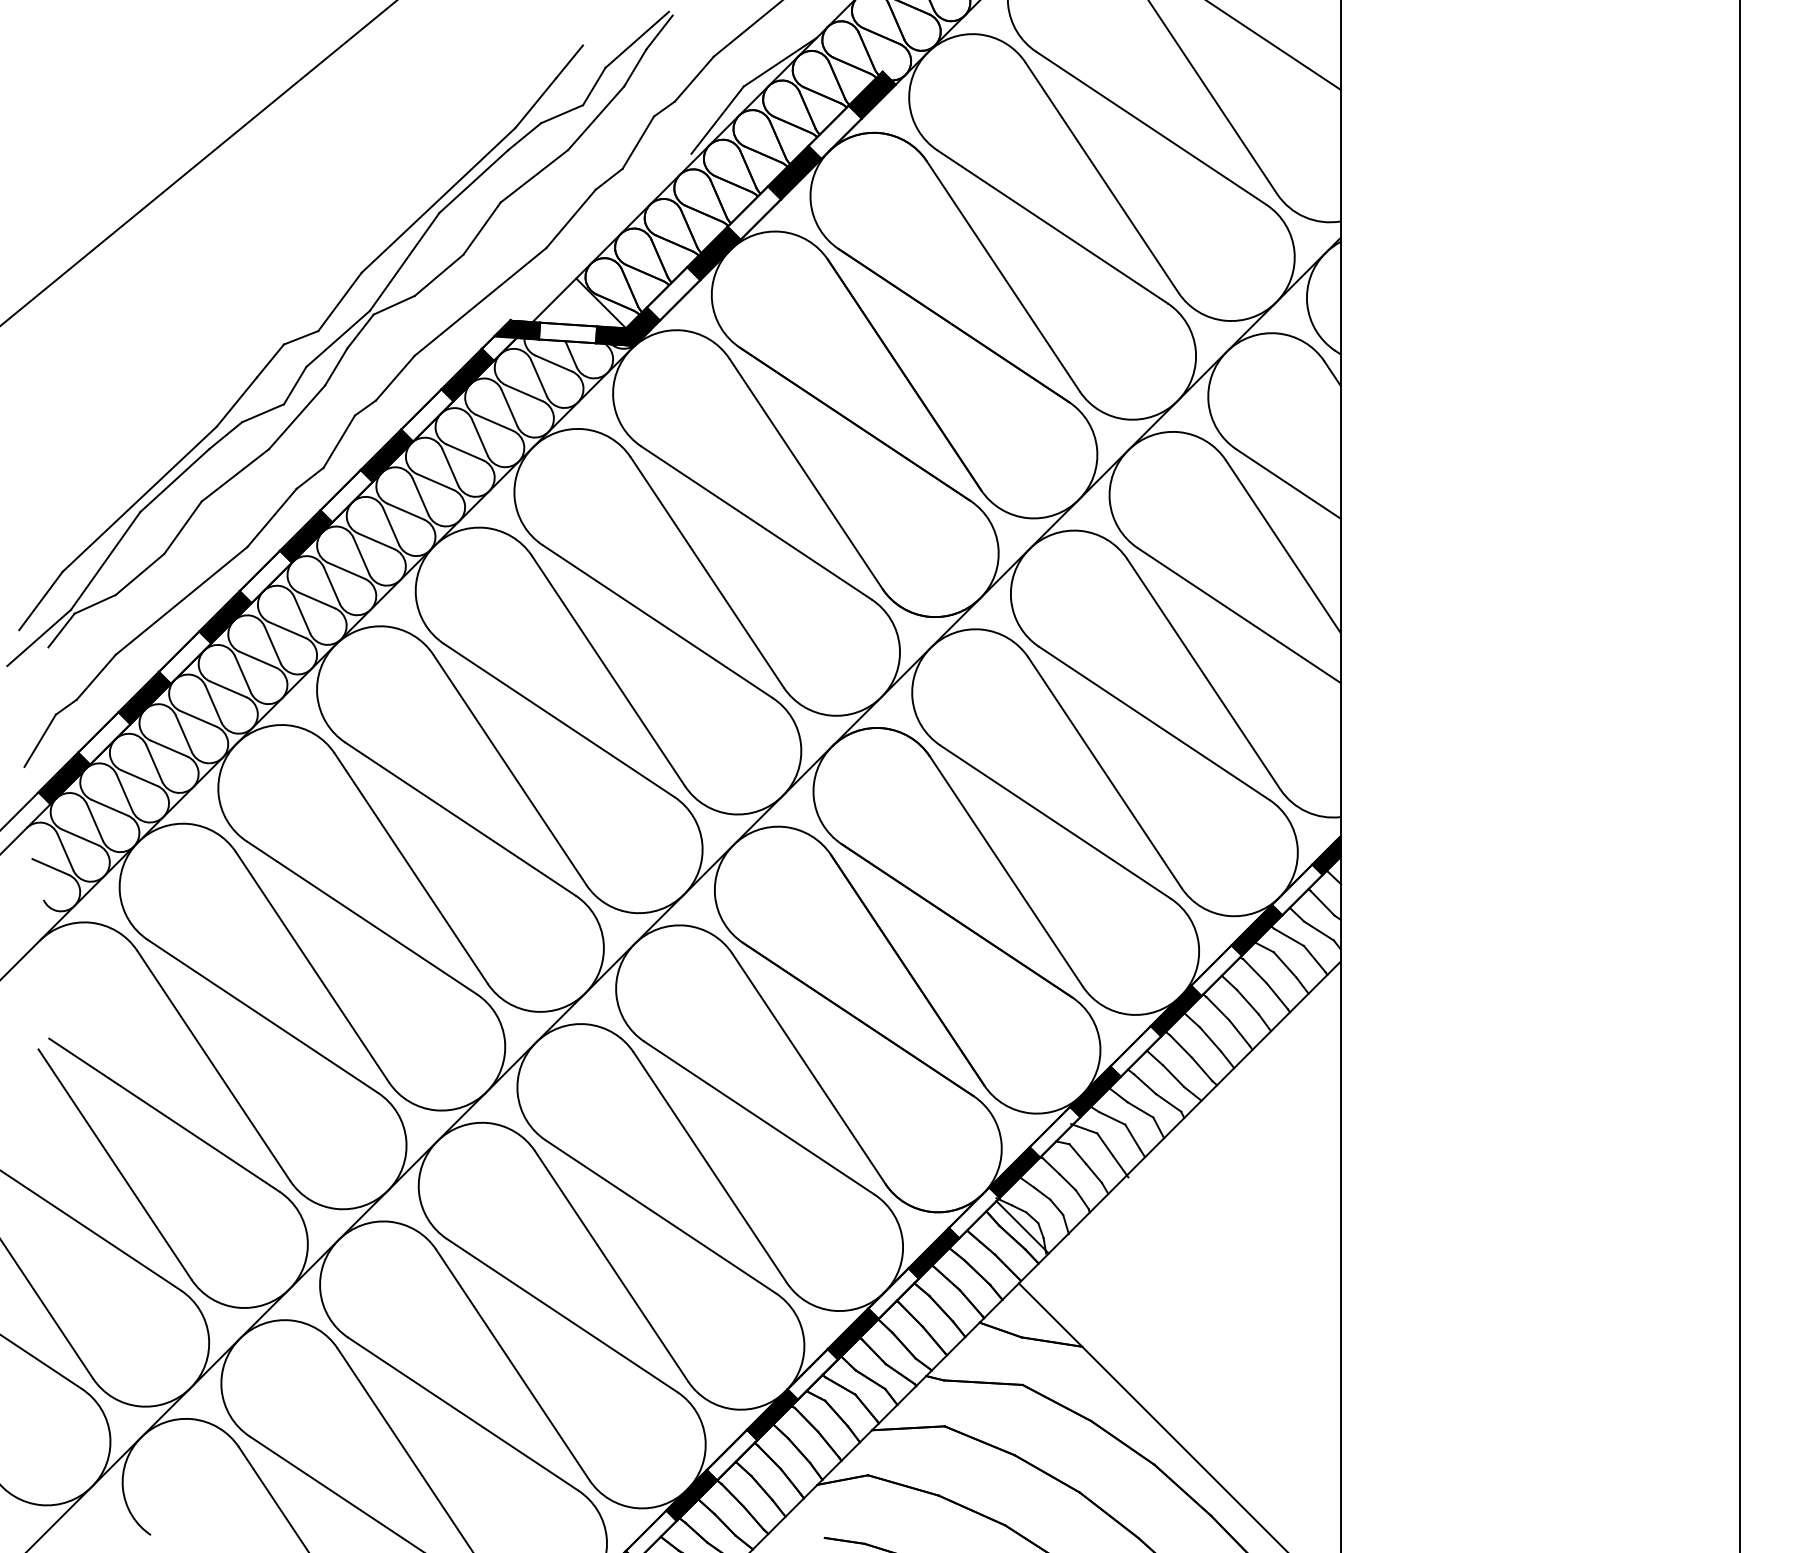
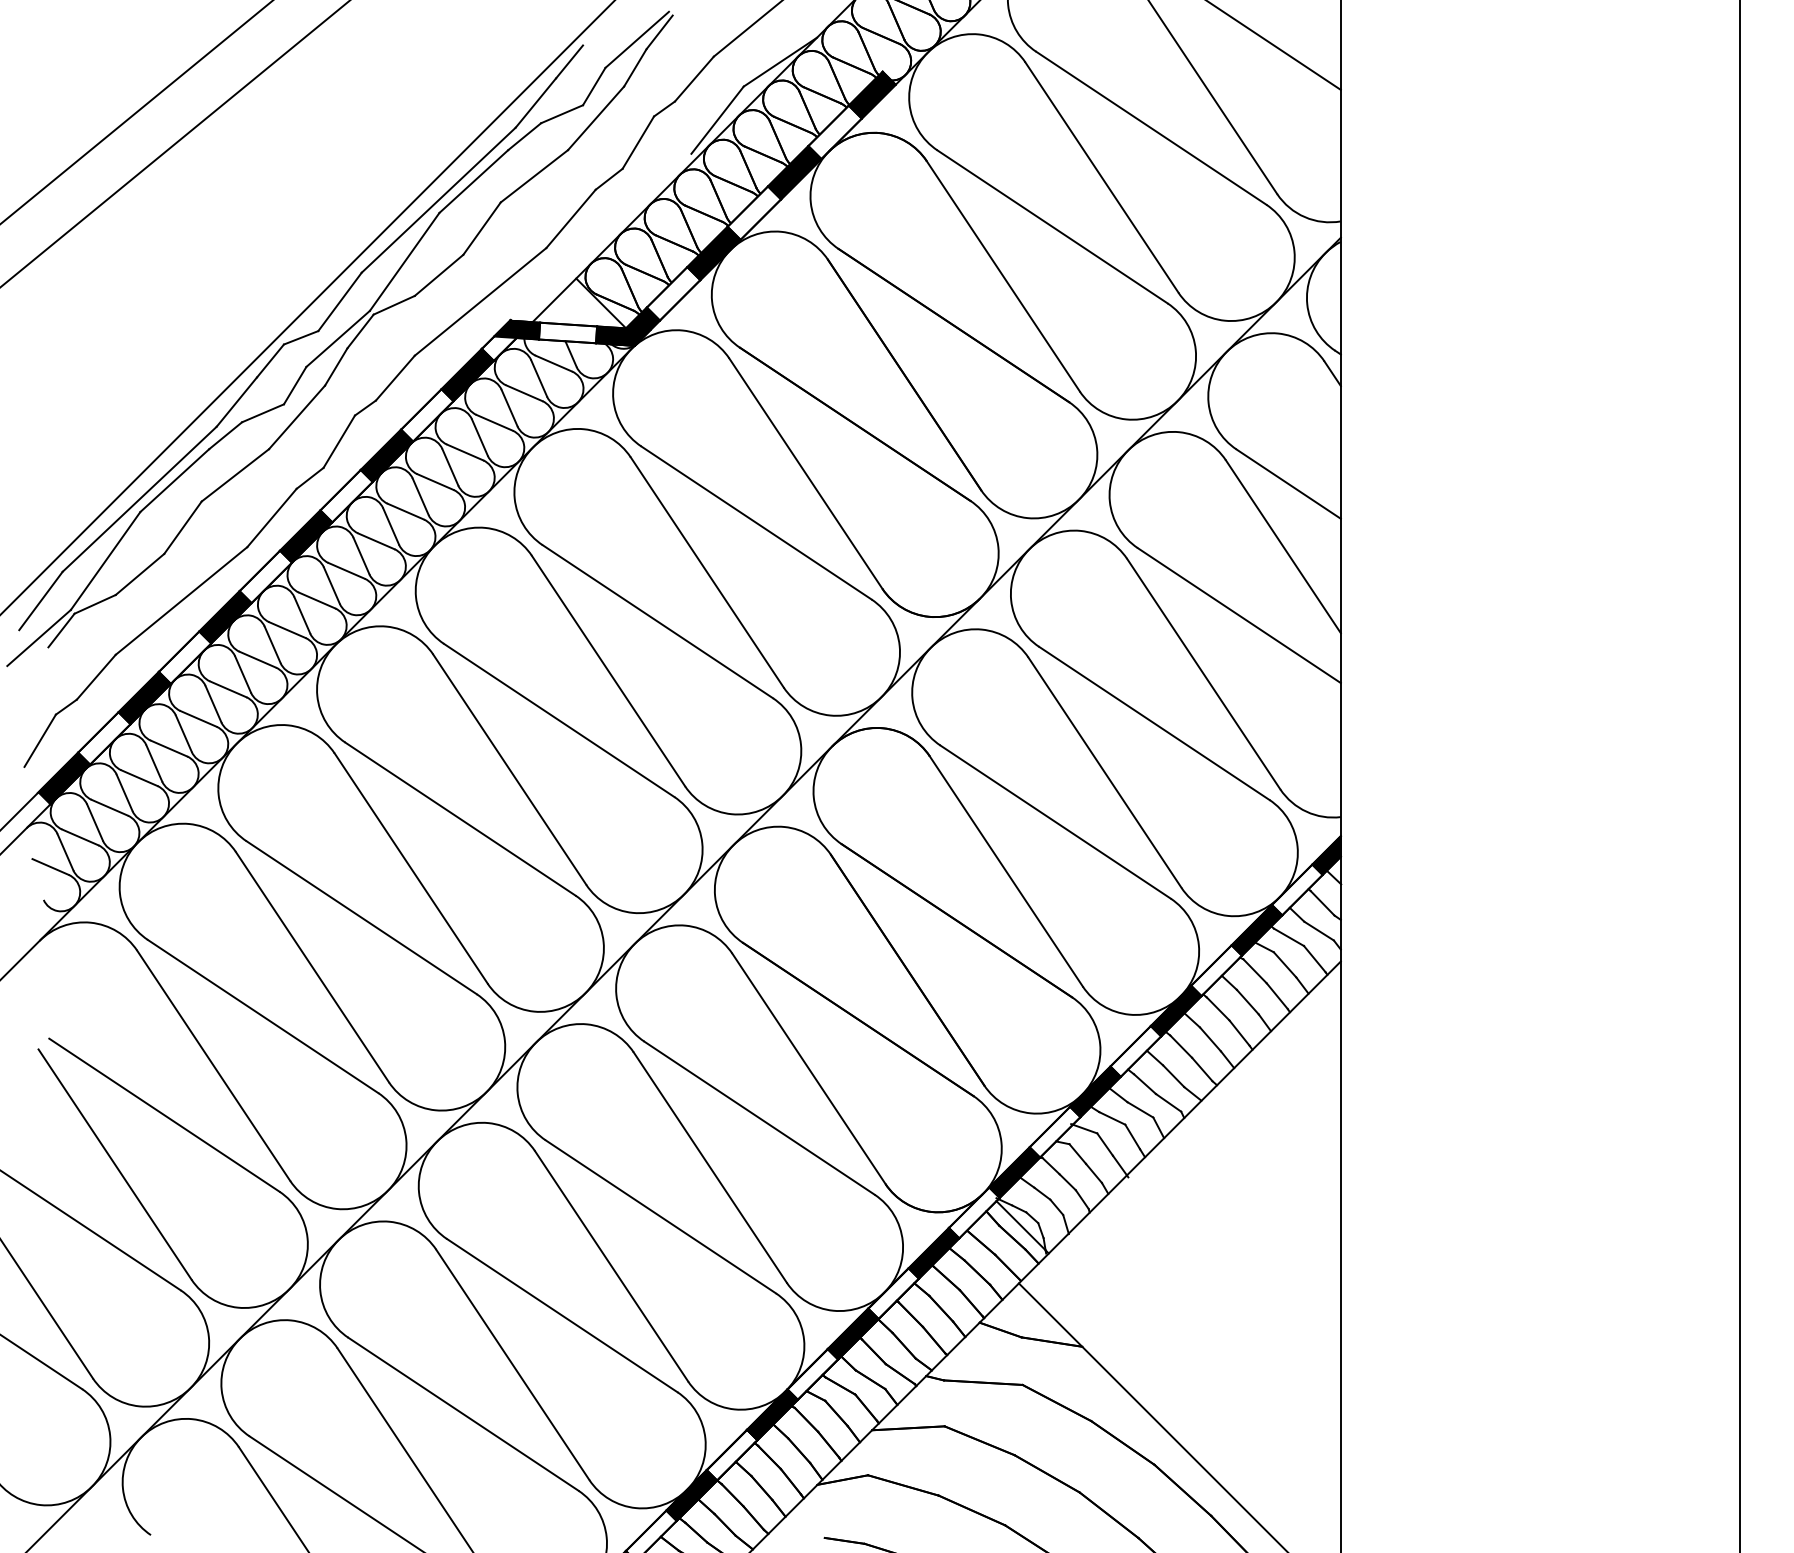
line at (136, 112): none -> present
line at (198, 163) position: (198, 163) -> (175, 143)
line at (307, 307): none -> present
